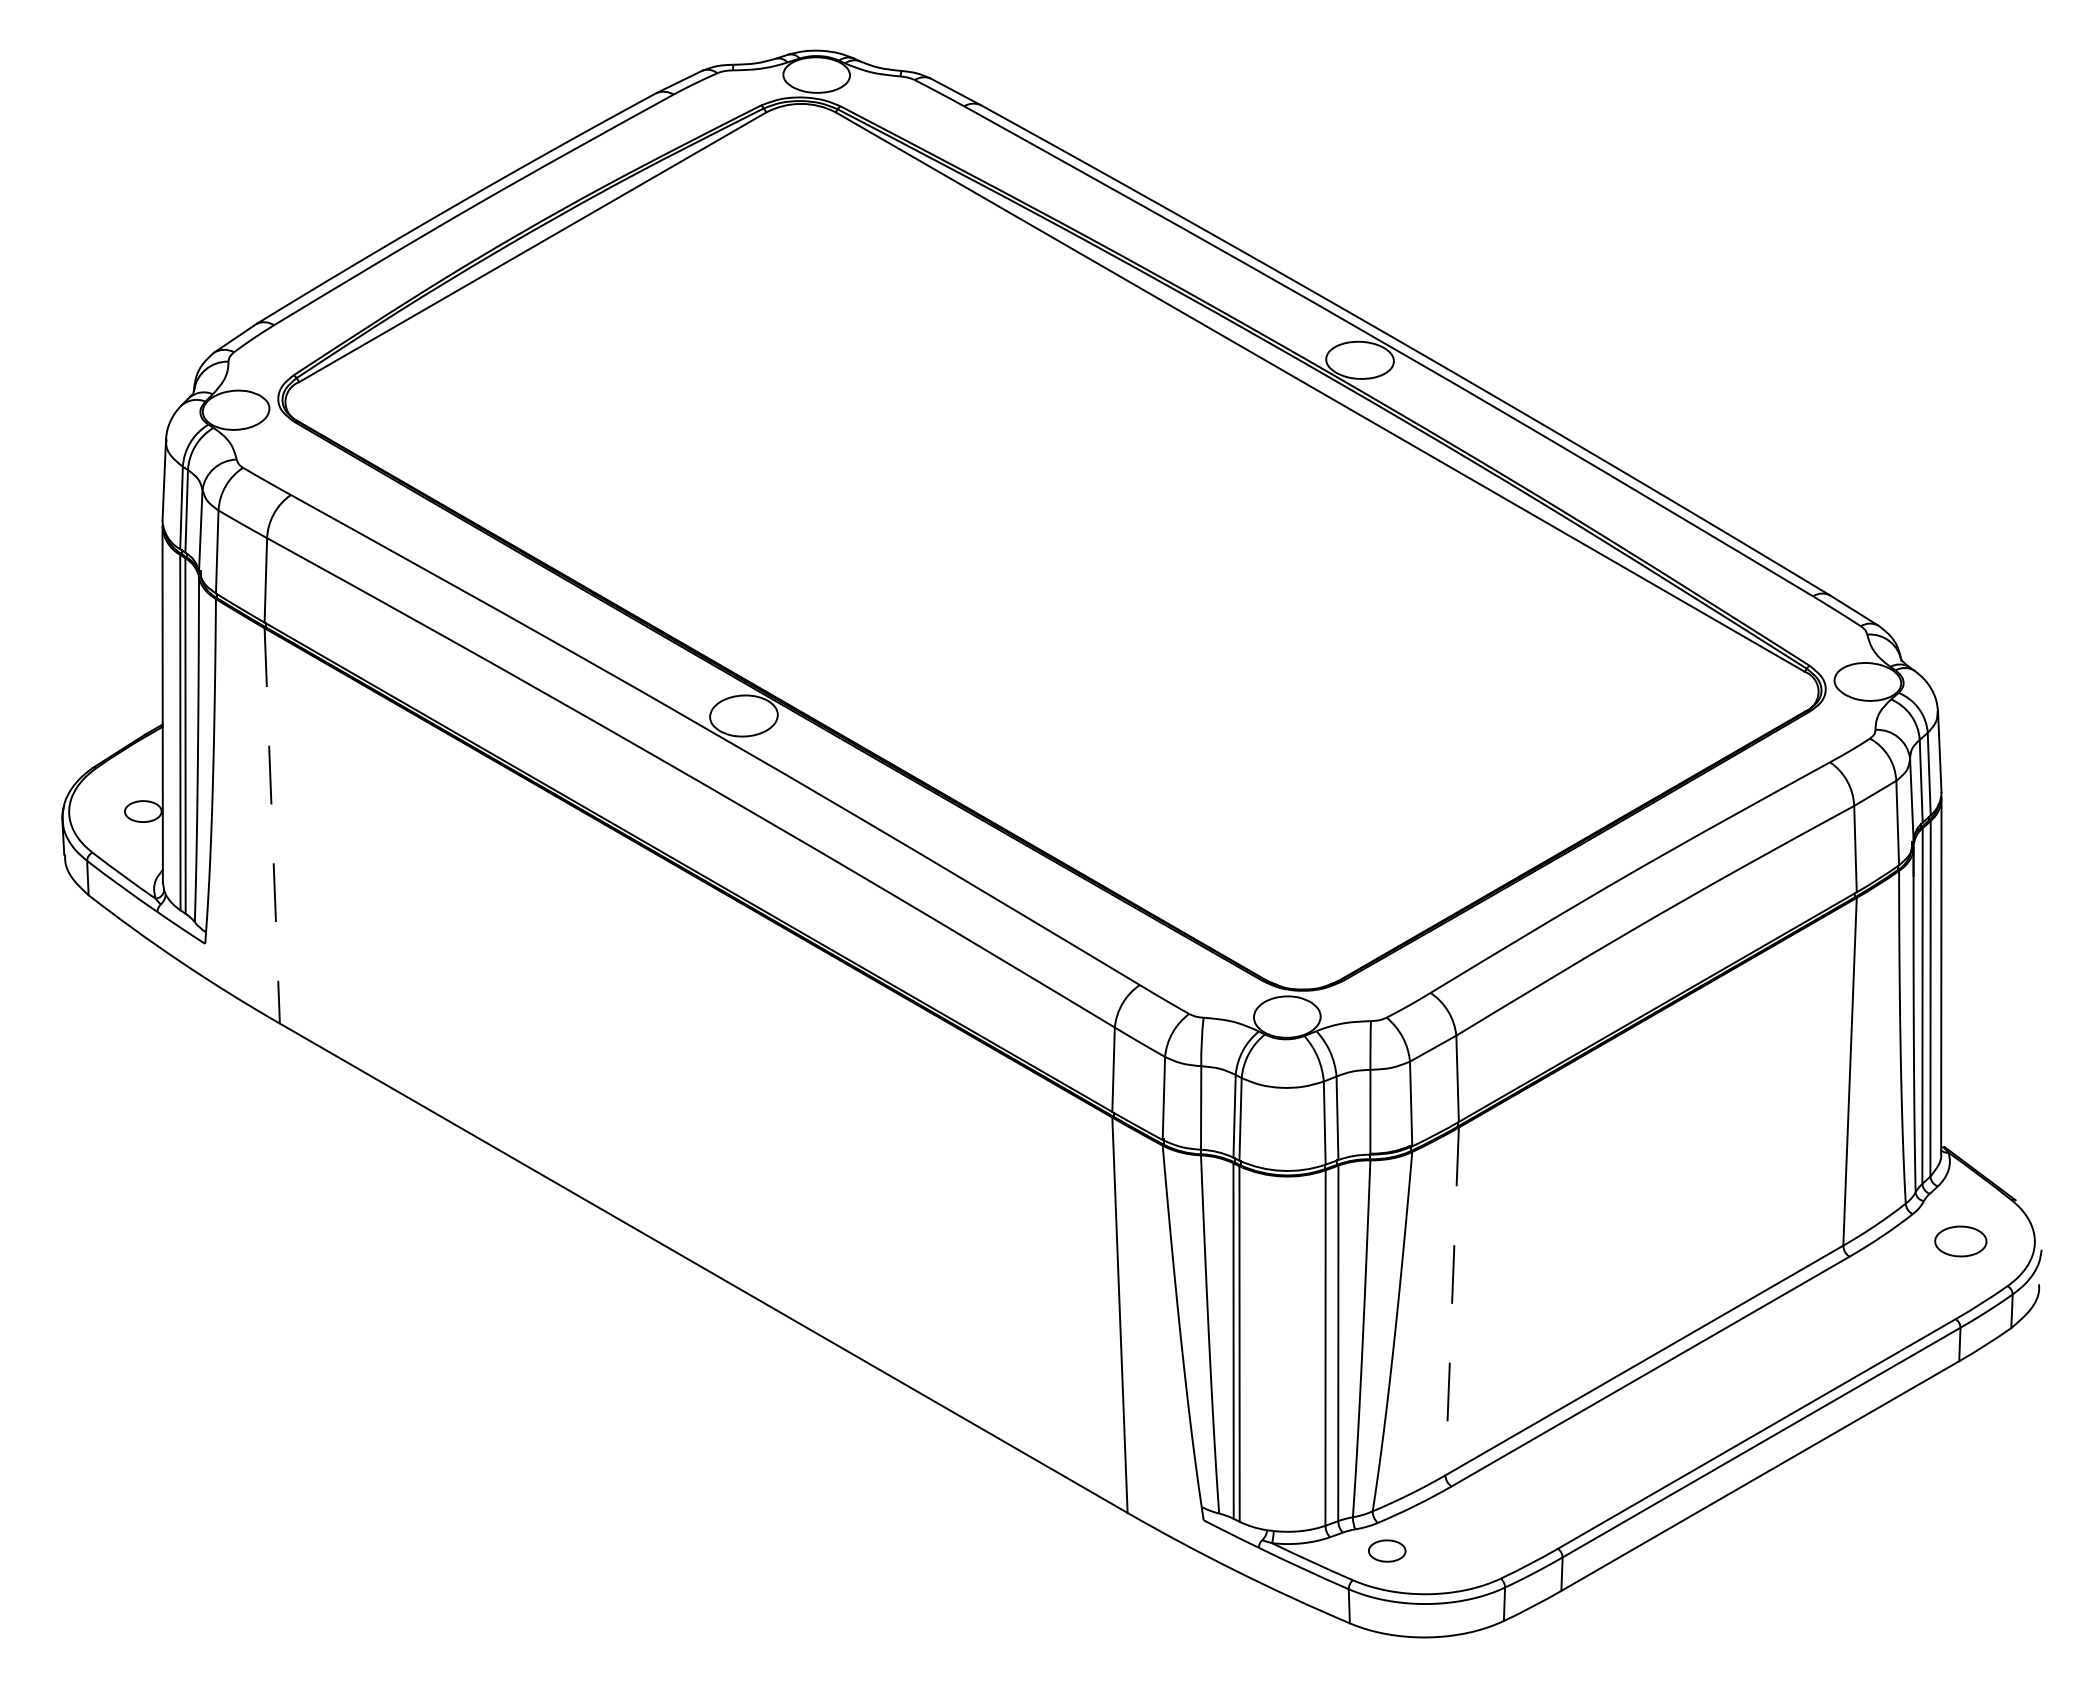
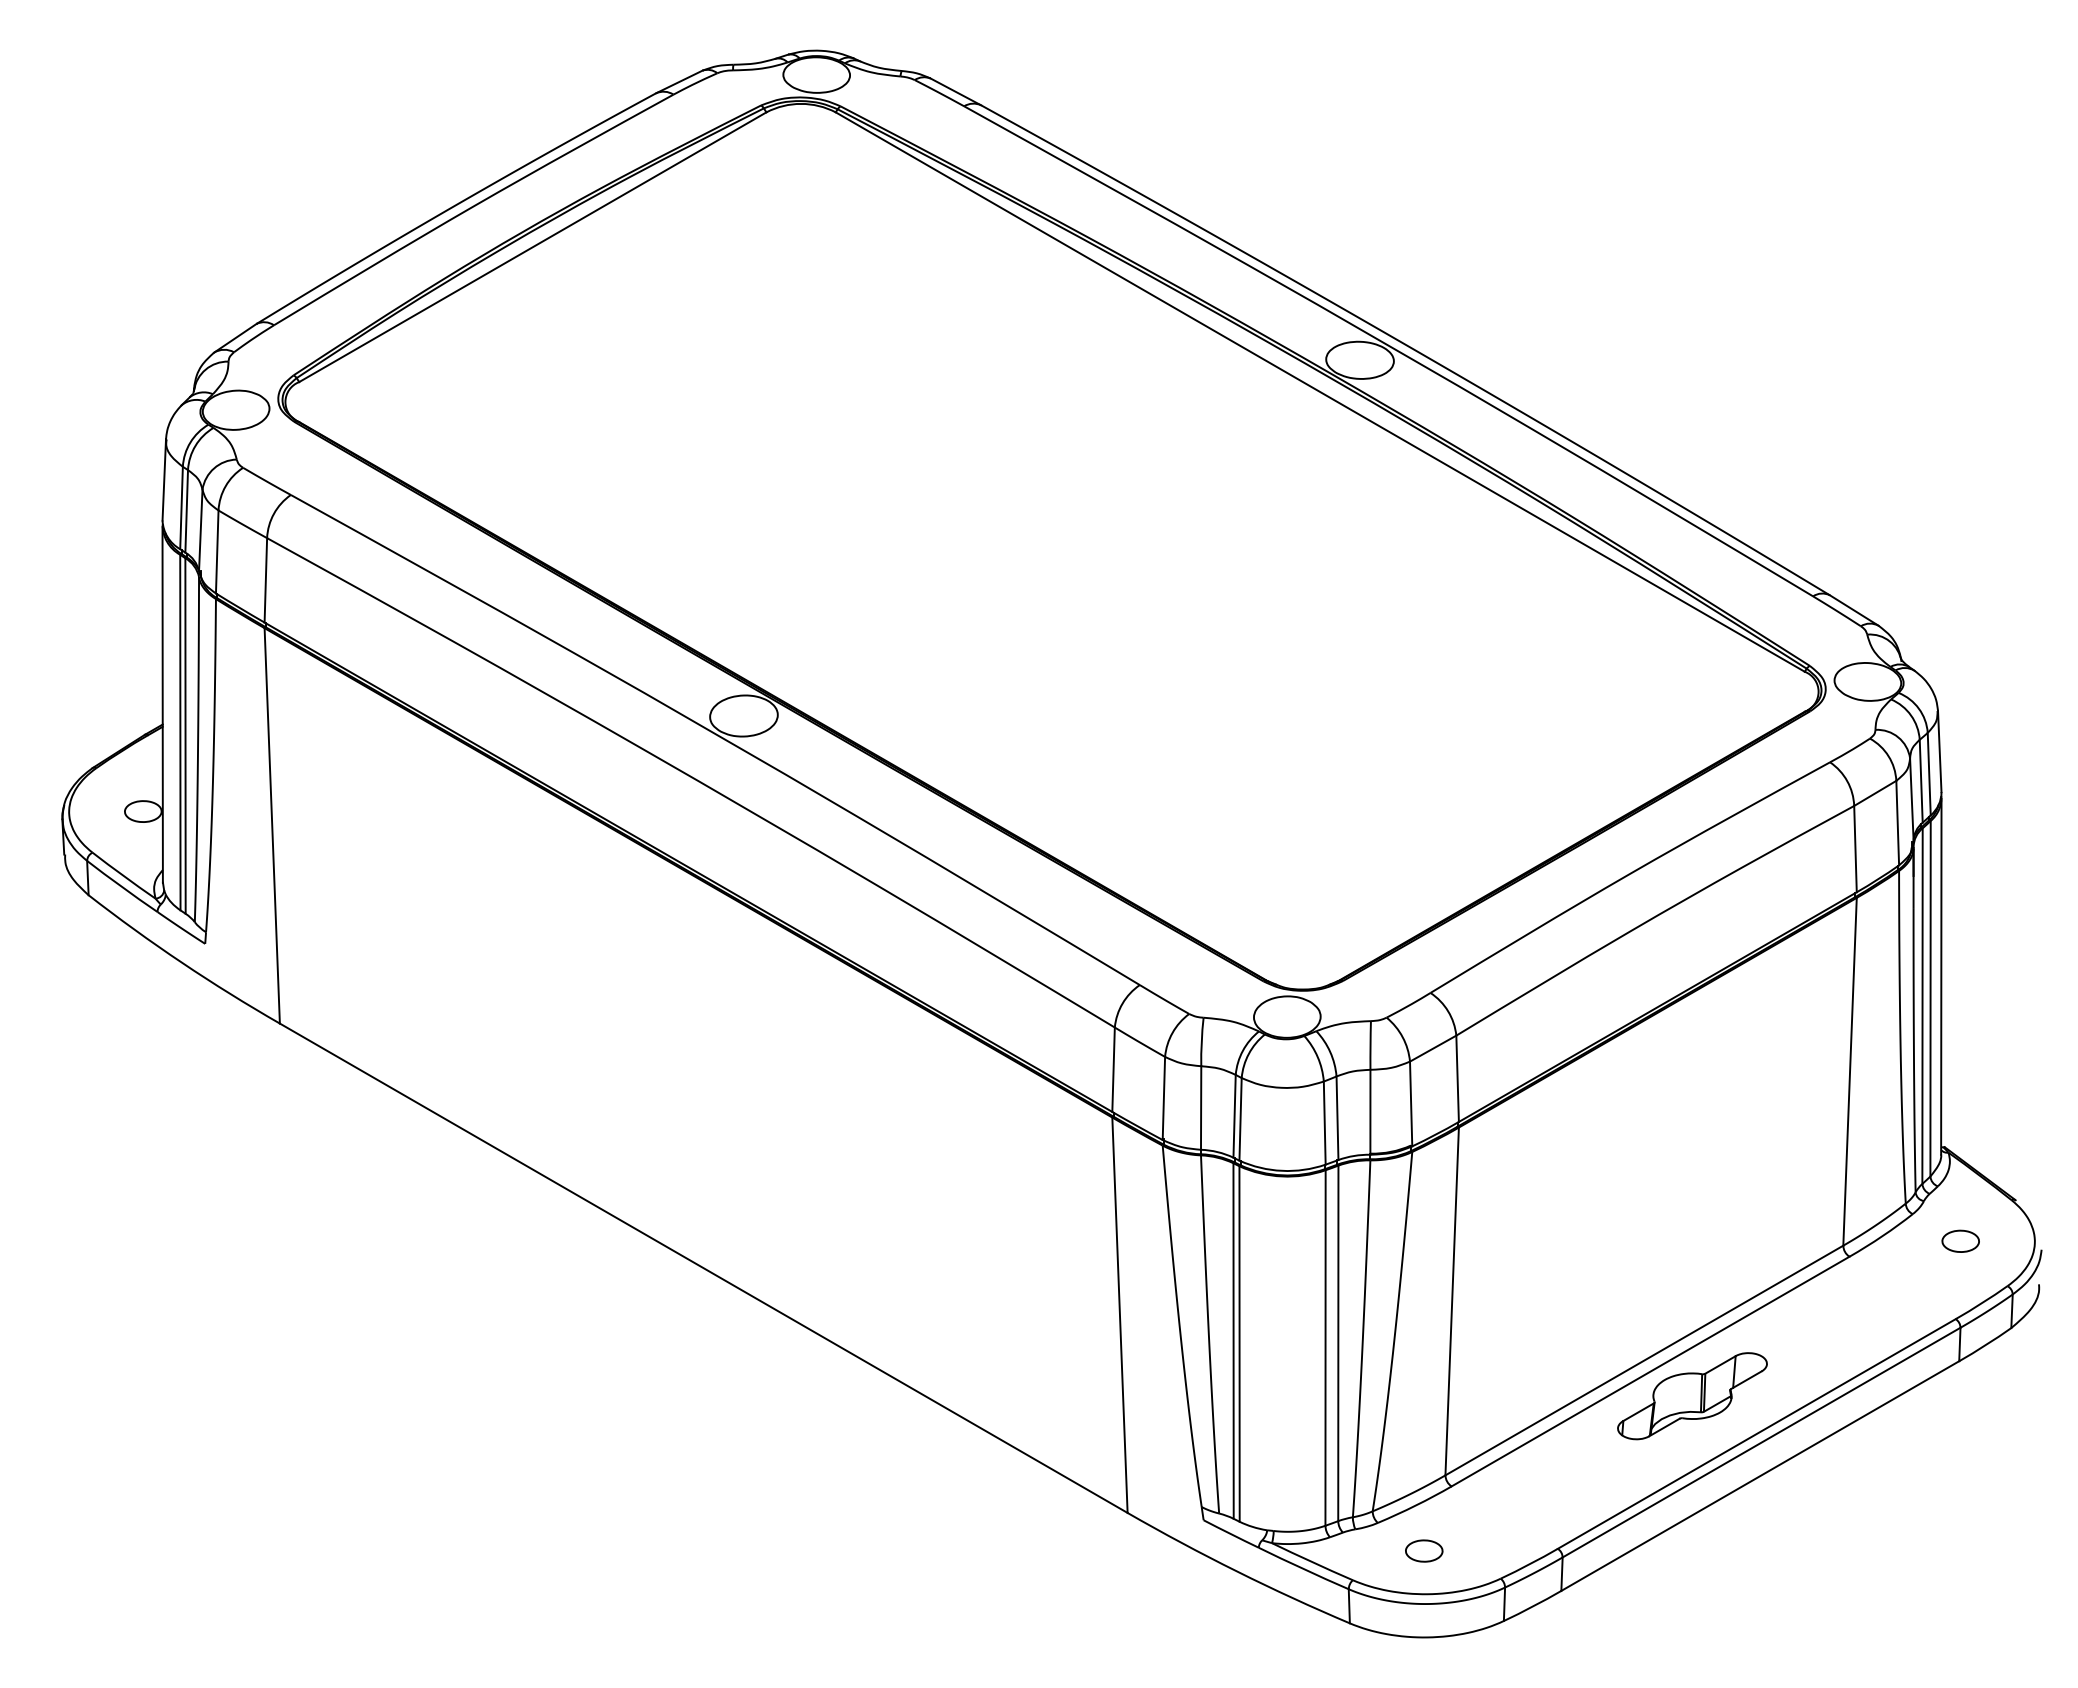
line at (272, 825): dashed -> solid
part at (1960, 1241) size: 54x33 px -> 39x24 px
line at (1452, 1301): dashed -> solid
part at (1692, 1396): none -> present
part at (1387, 1550) position: (1387, 1550) -> (1424, 1550)
